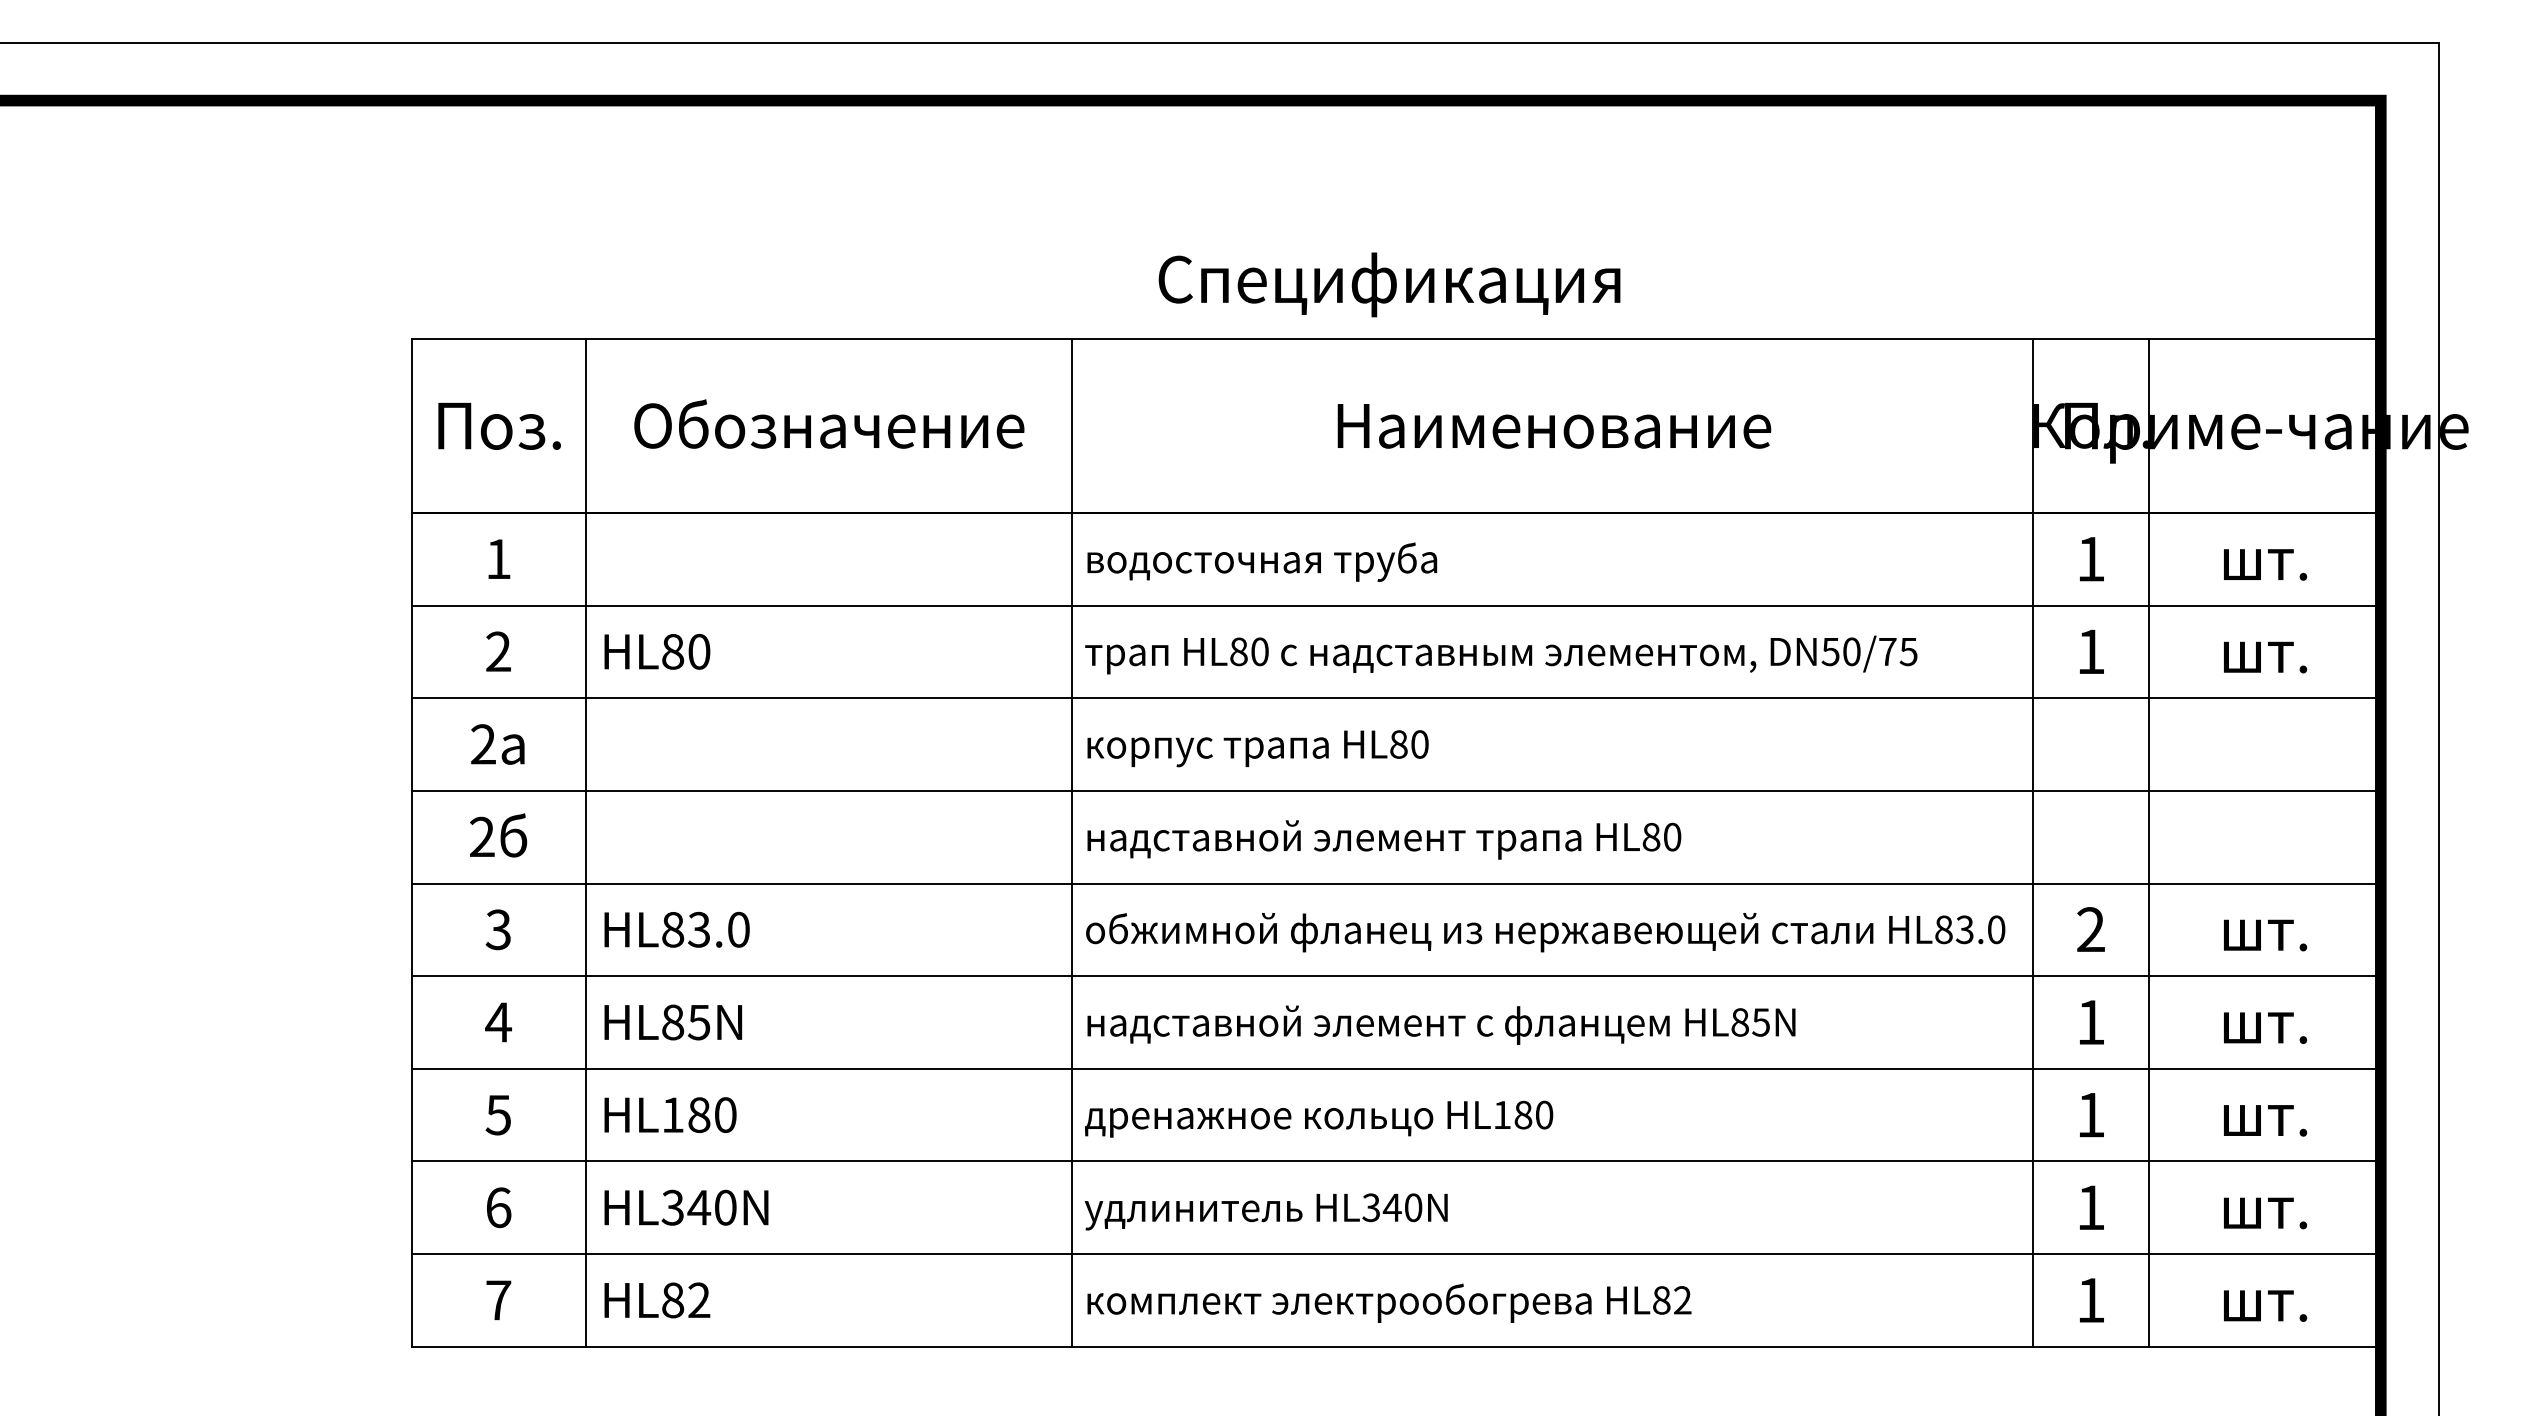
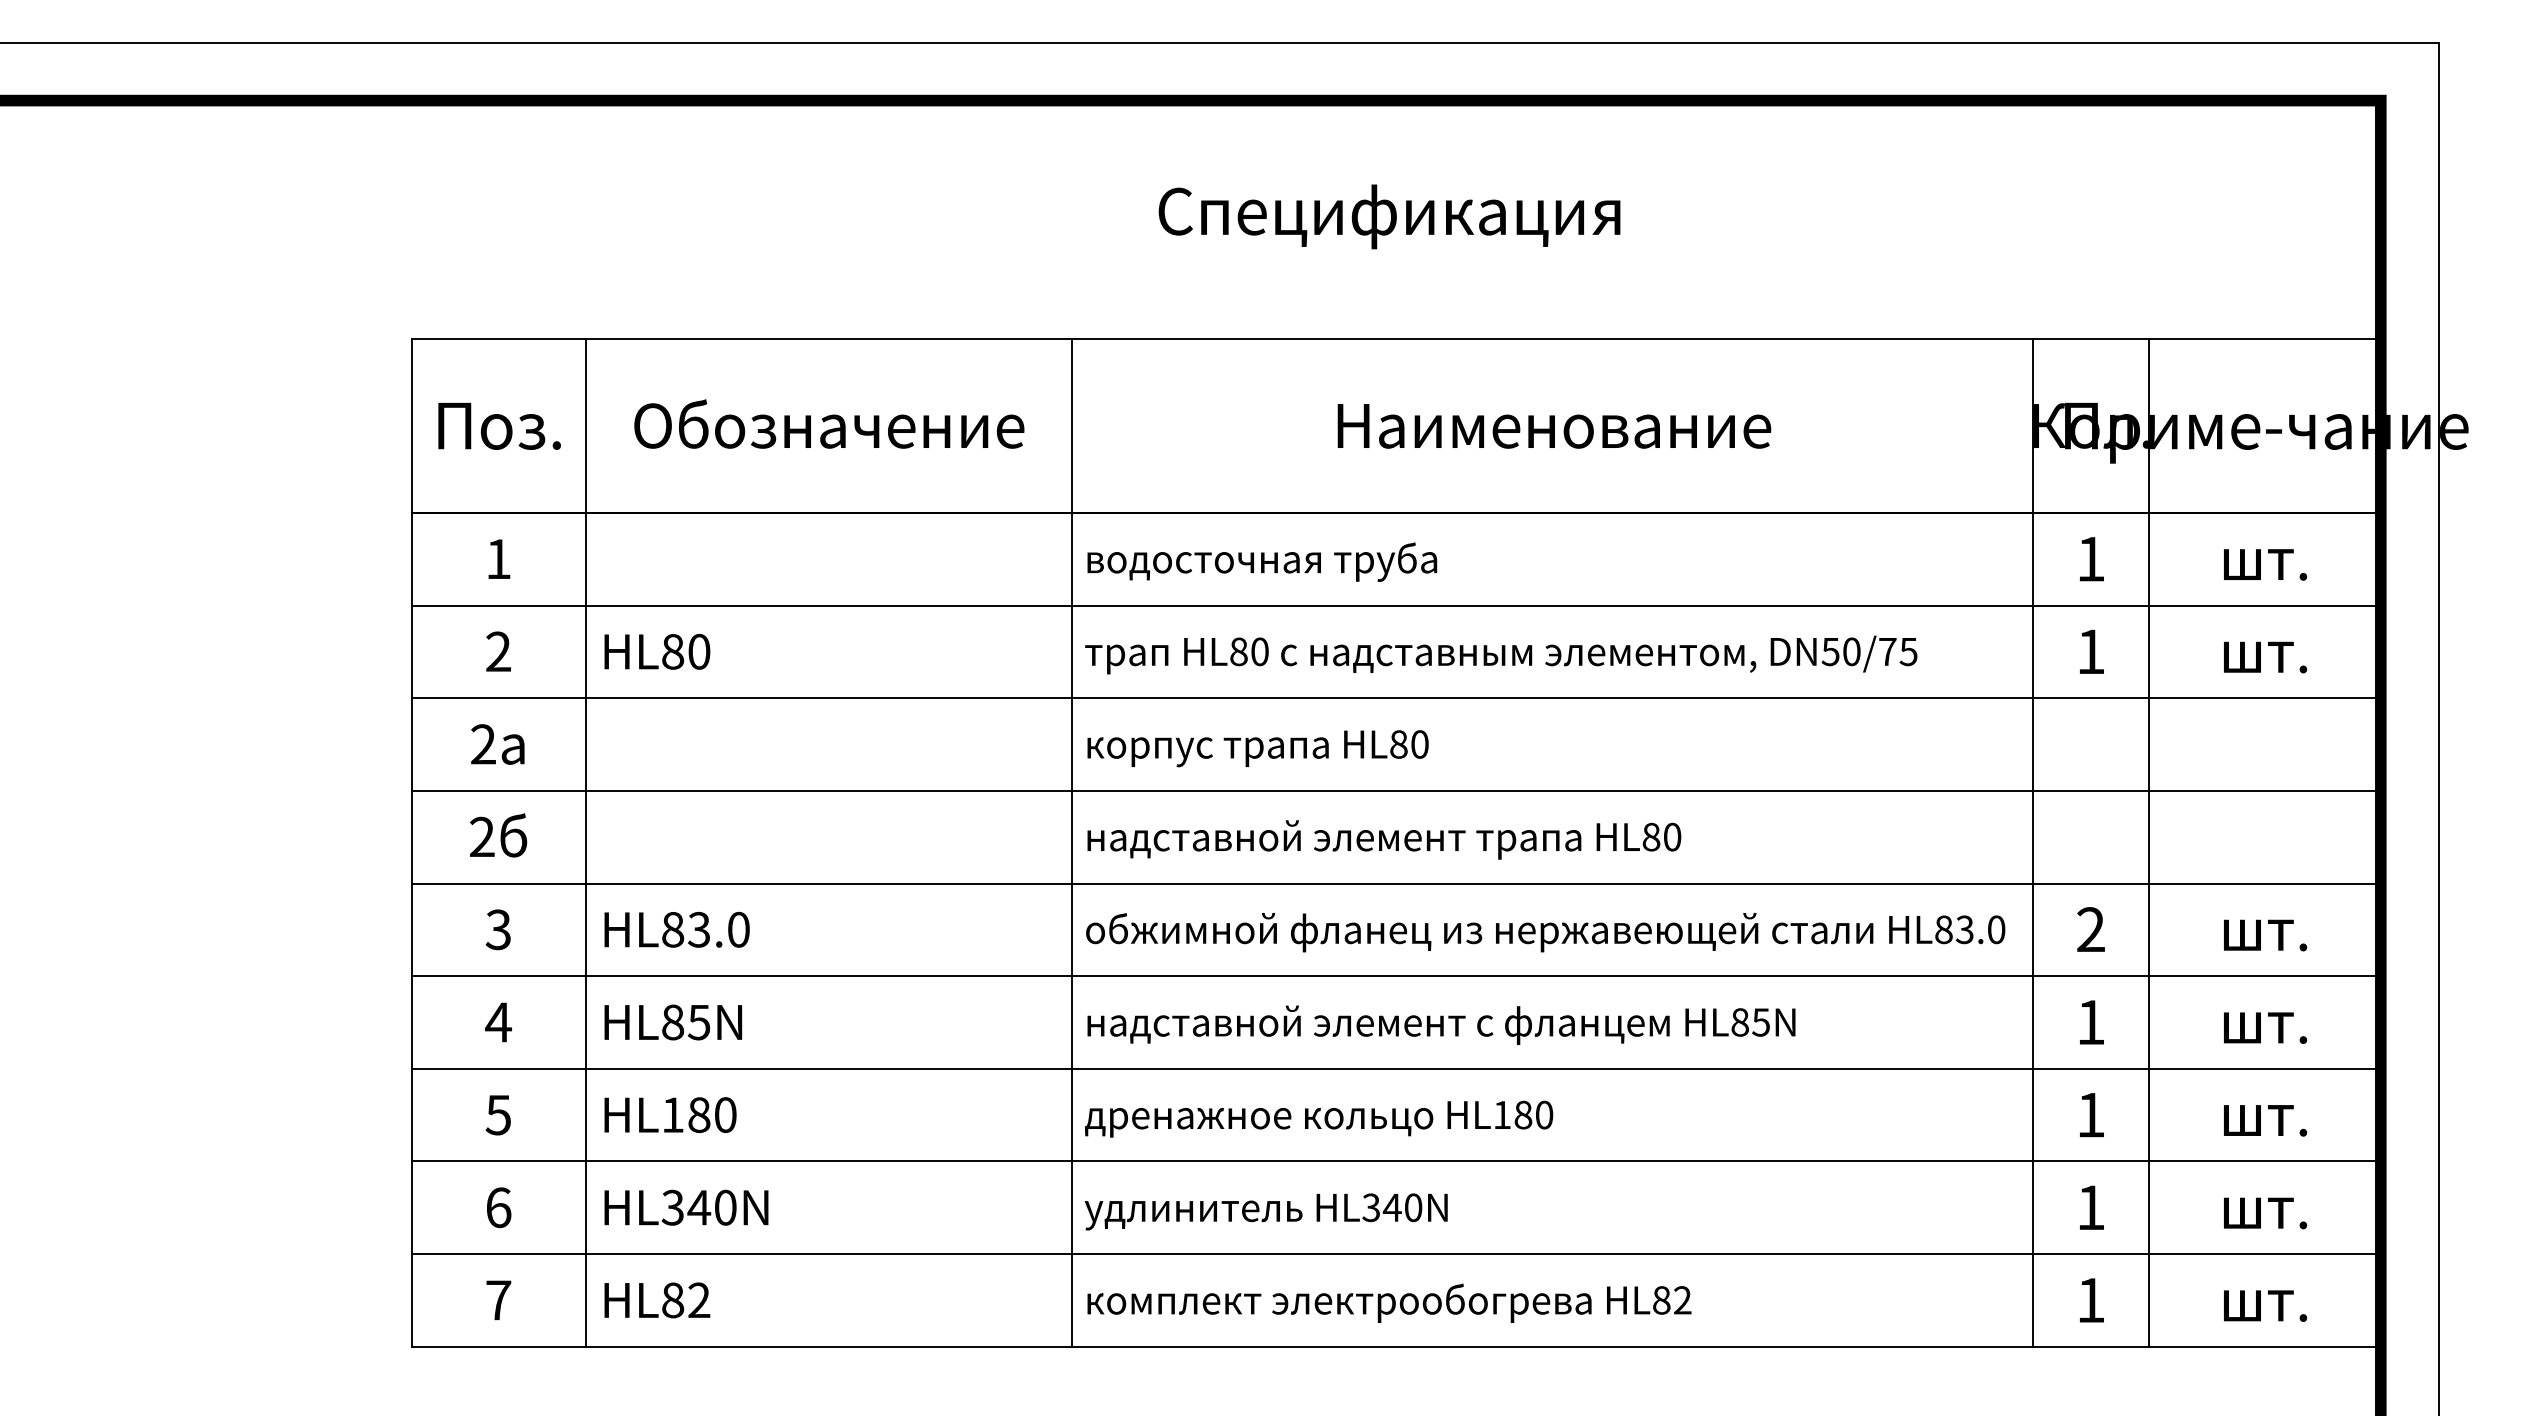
text at (1389, 284) position: (1389, 284) -> (1389, 216)
